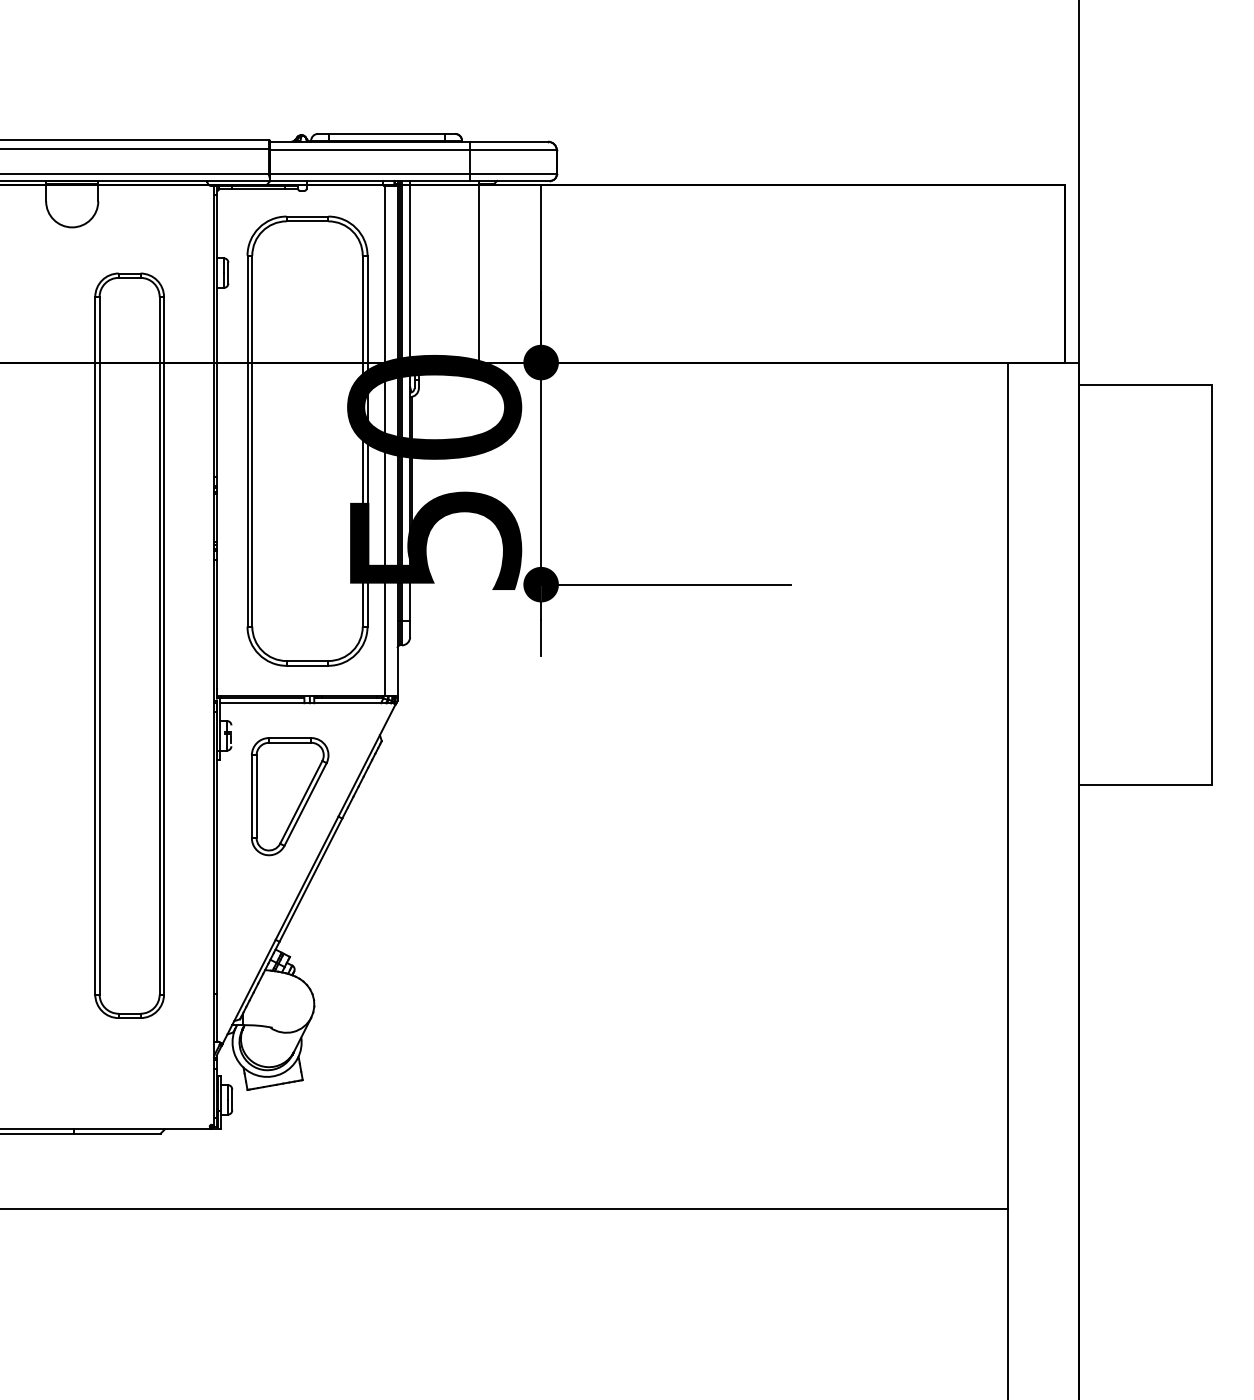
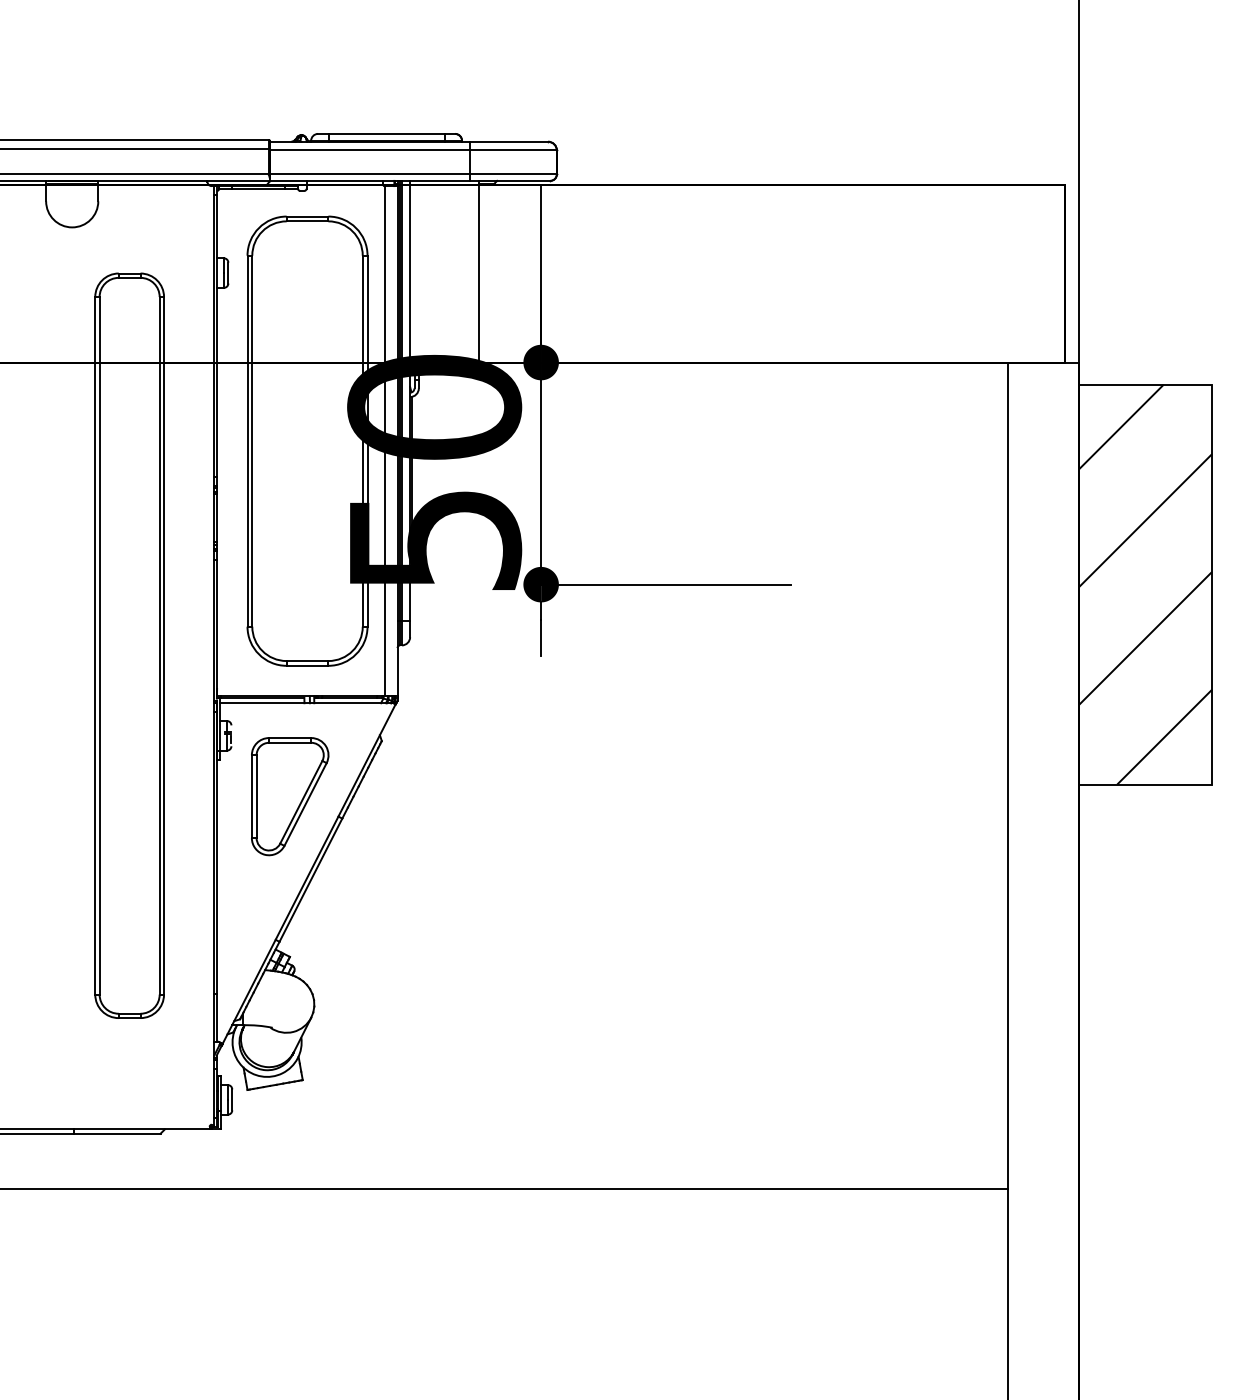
hatch at (1144, 584): none -> present
line at (504, 1208) position: (504, 1208) -> (504, 1188)
